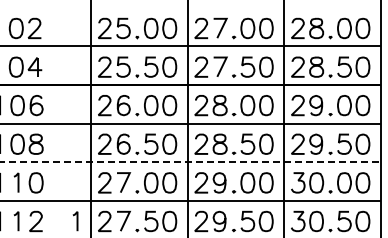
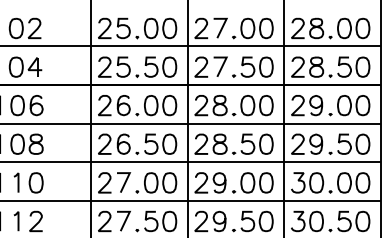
line at (190, 162): dashed -> solid
line at (76, 221): present -> none
